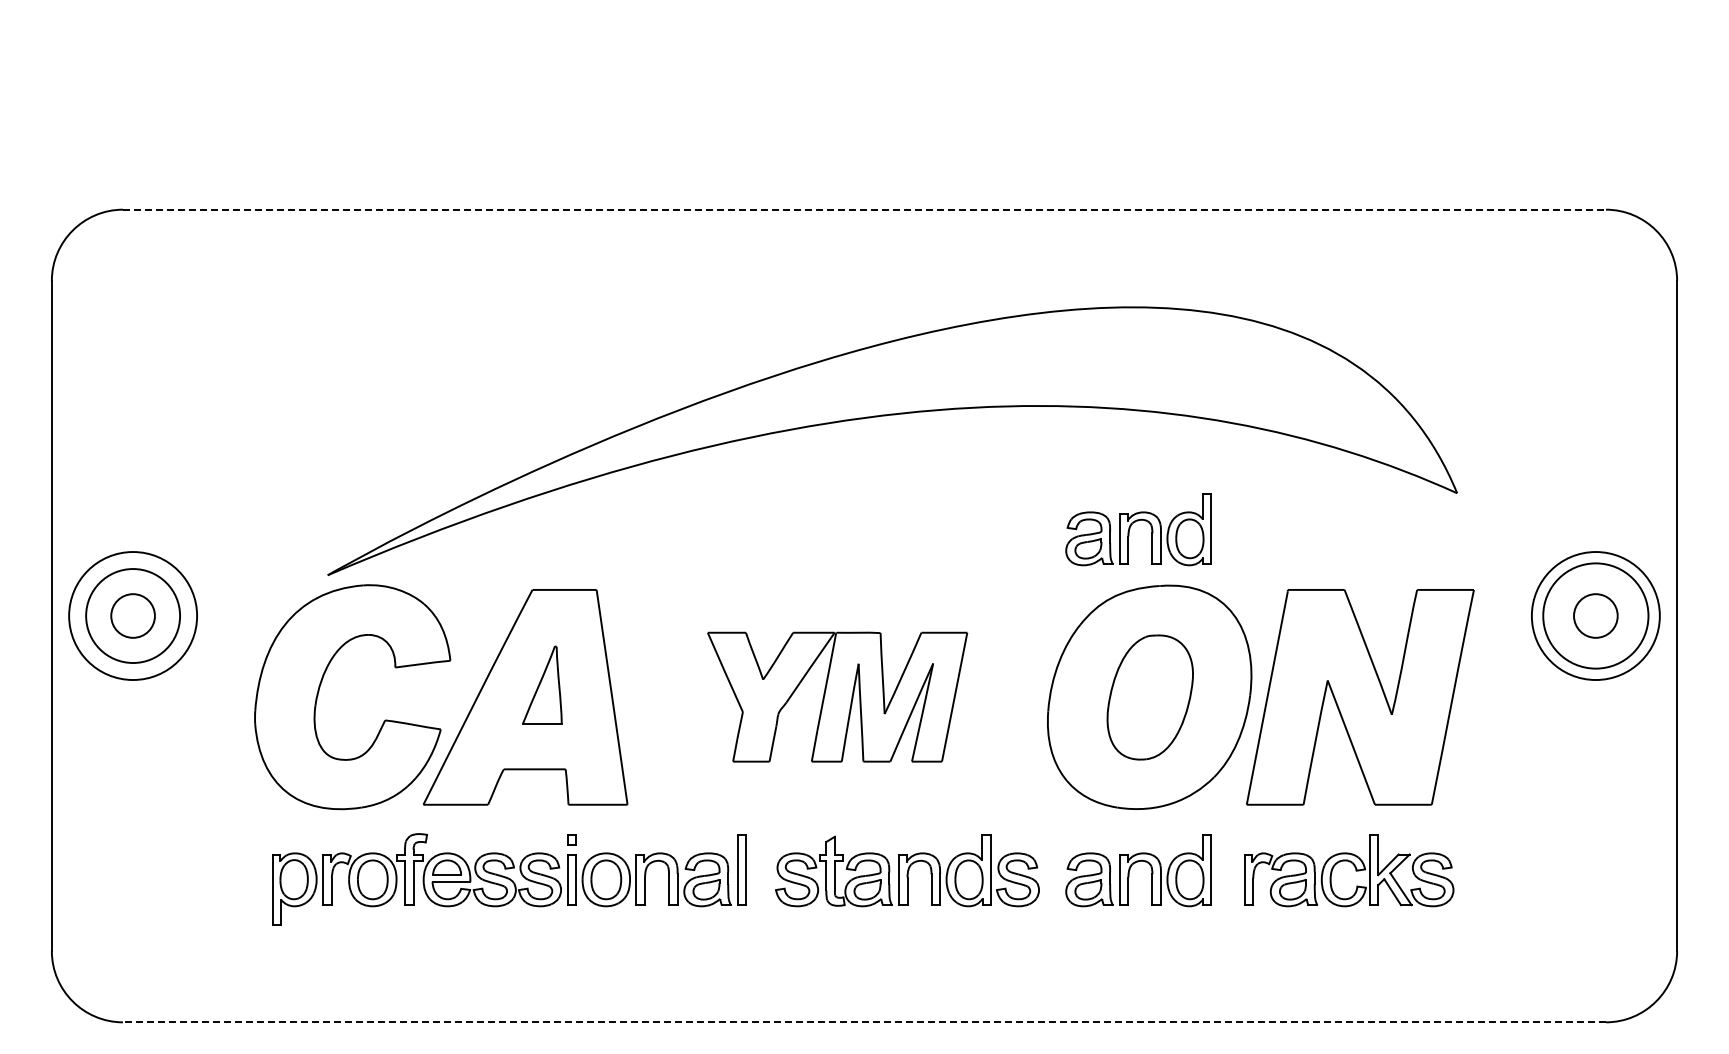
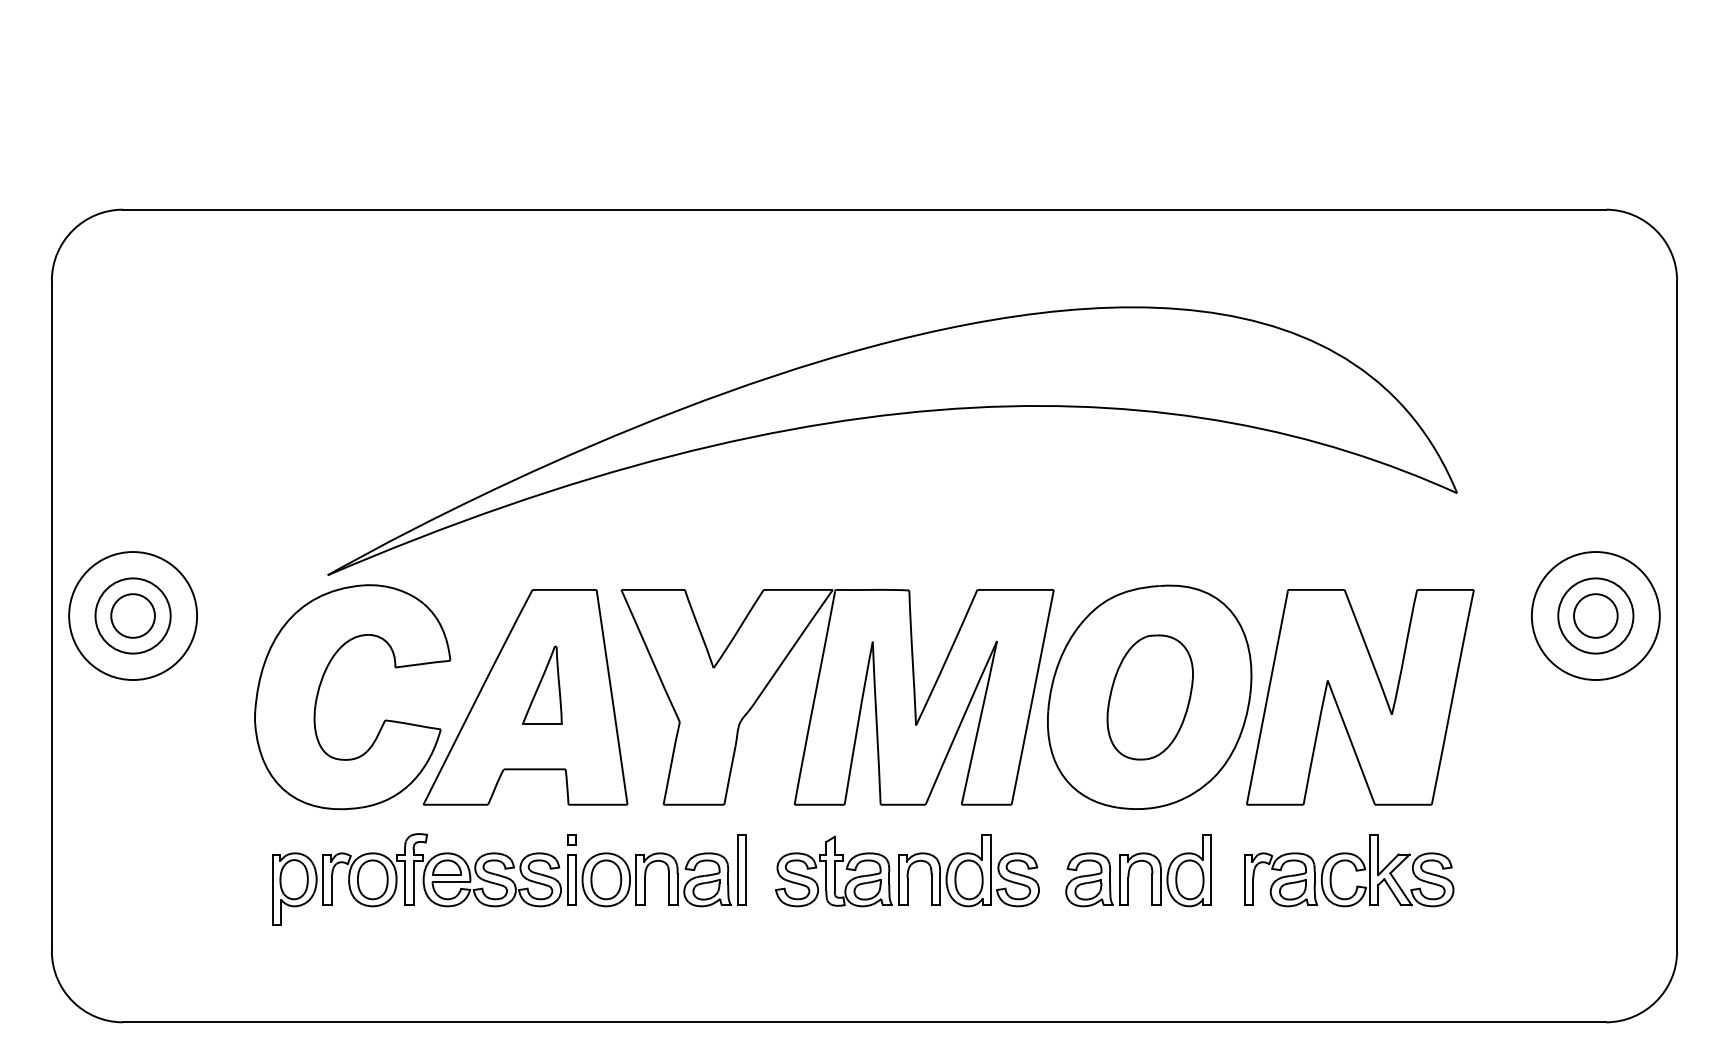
line at (864, 209): dashed -> solid
part at (1135, 522): present -> none
circle at (133, 615) diameter: 94 px -> 75 px
circle at (1595, 615) diameter: 105 px -> 75 px
part at (837, 696) size: 262x132 px -> 435x218 px
line at (864, 1022): dashed -> solid
